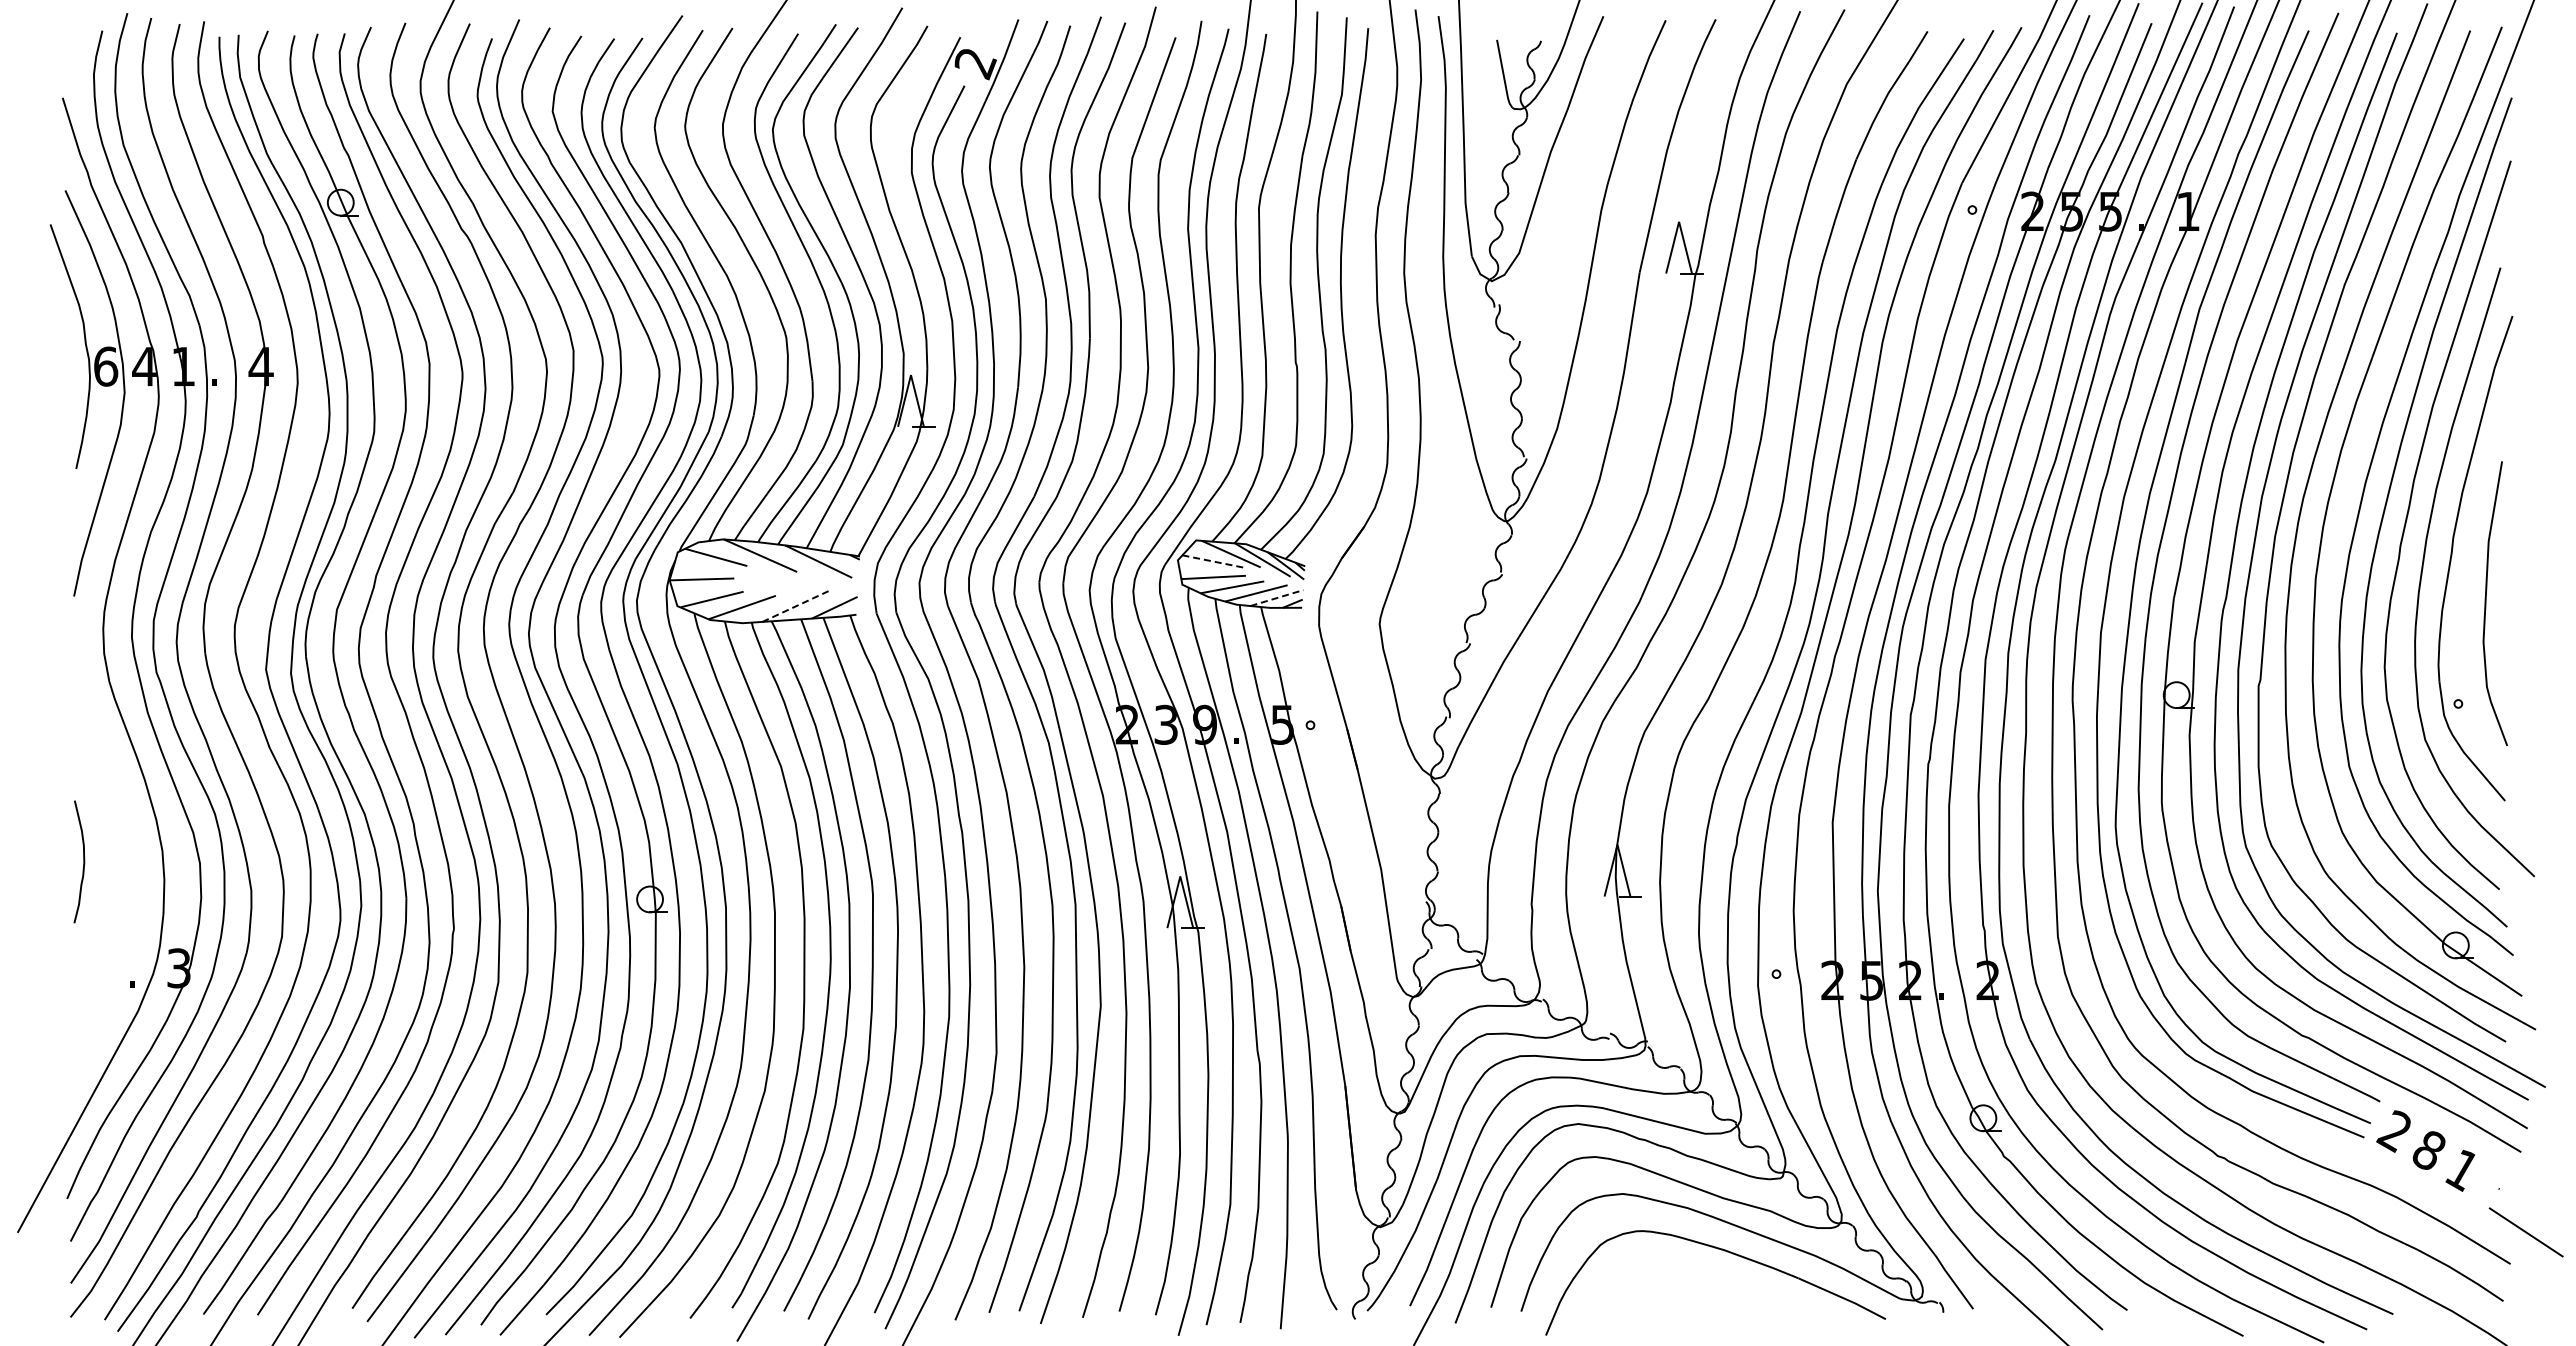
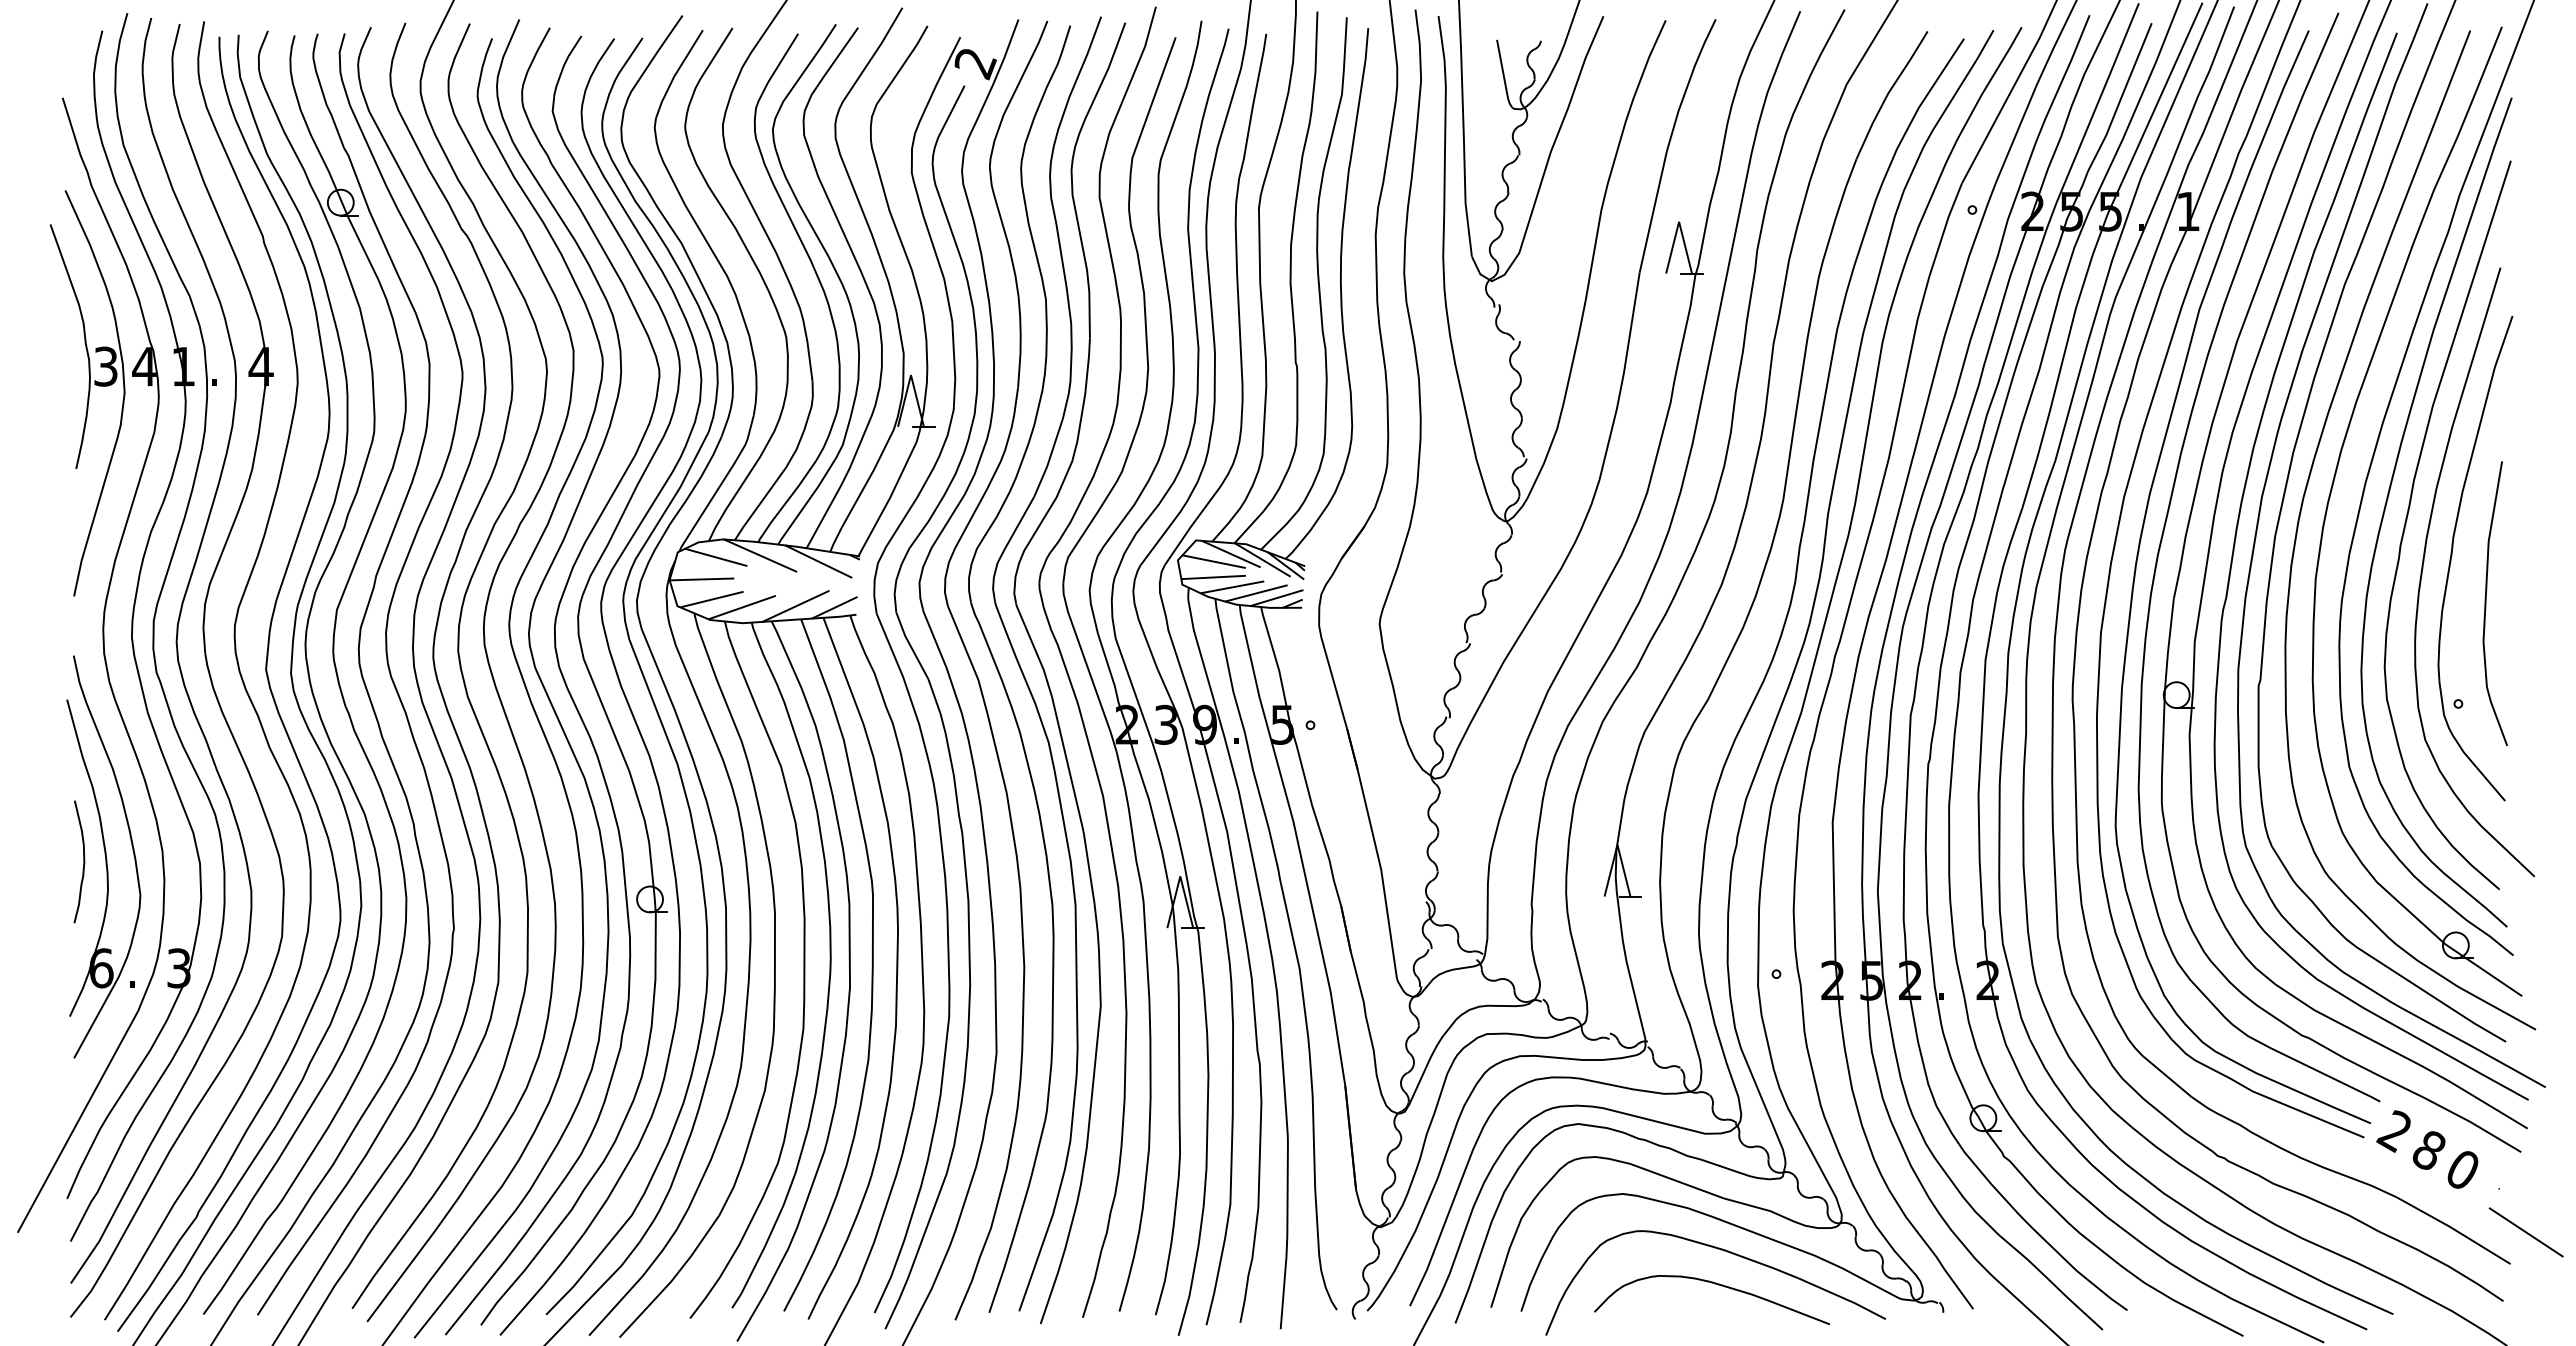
text at (106, 366): 6 -> 3
line at (1214, 561): dashed -> solid
line at (1276, 598): dashed -> solid
line at (796, 606): dashed -> solid
part at (103, 856): none -> present
text at (2461, 1170): 1 -> 0
curve at (1714, 1284): none -> present
